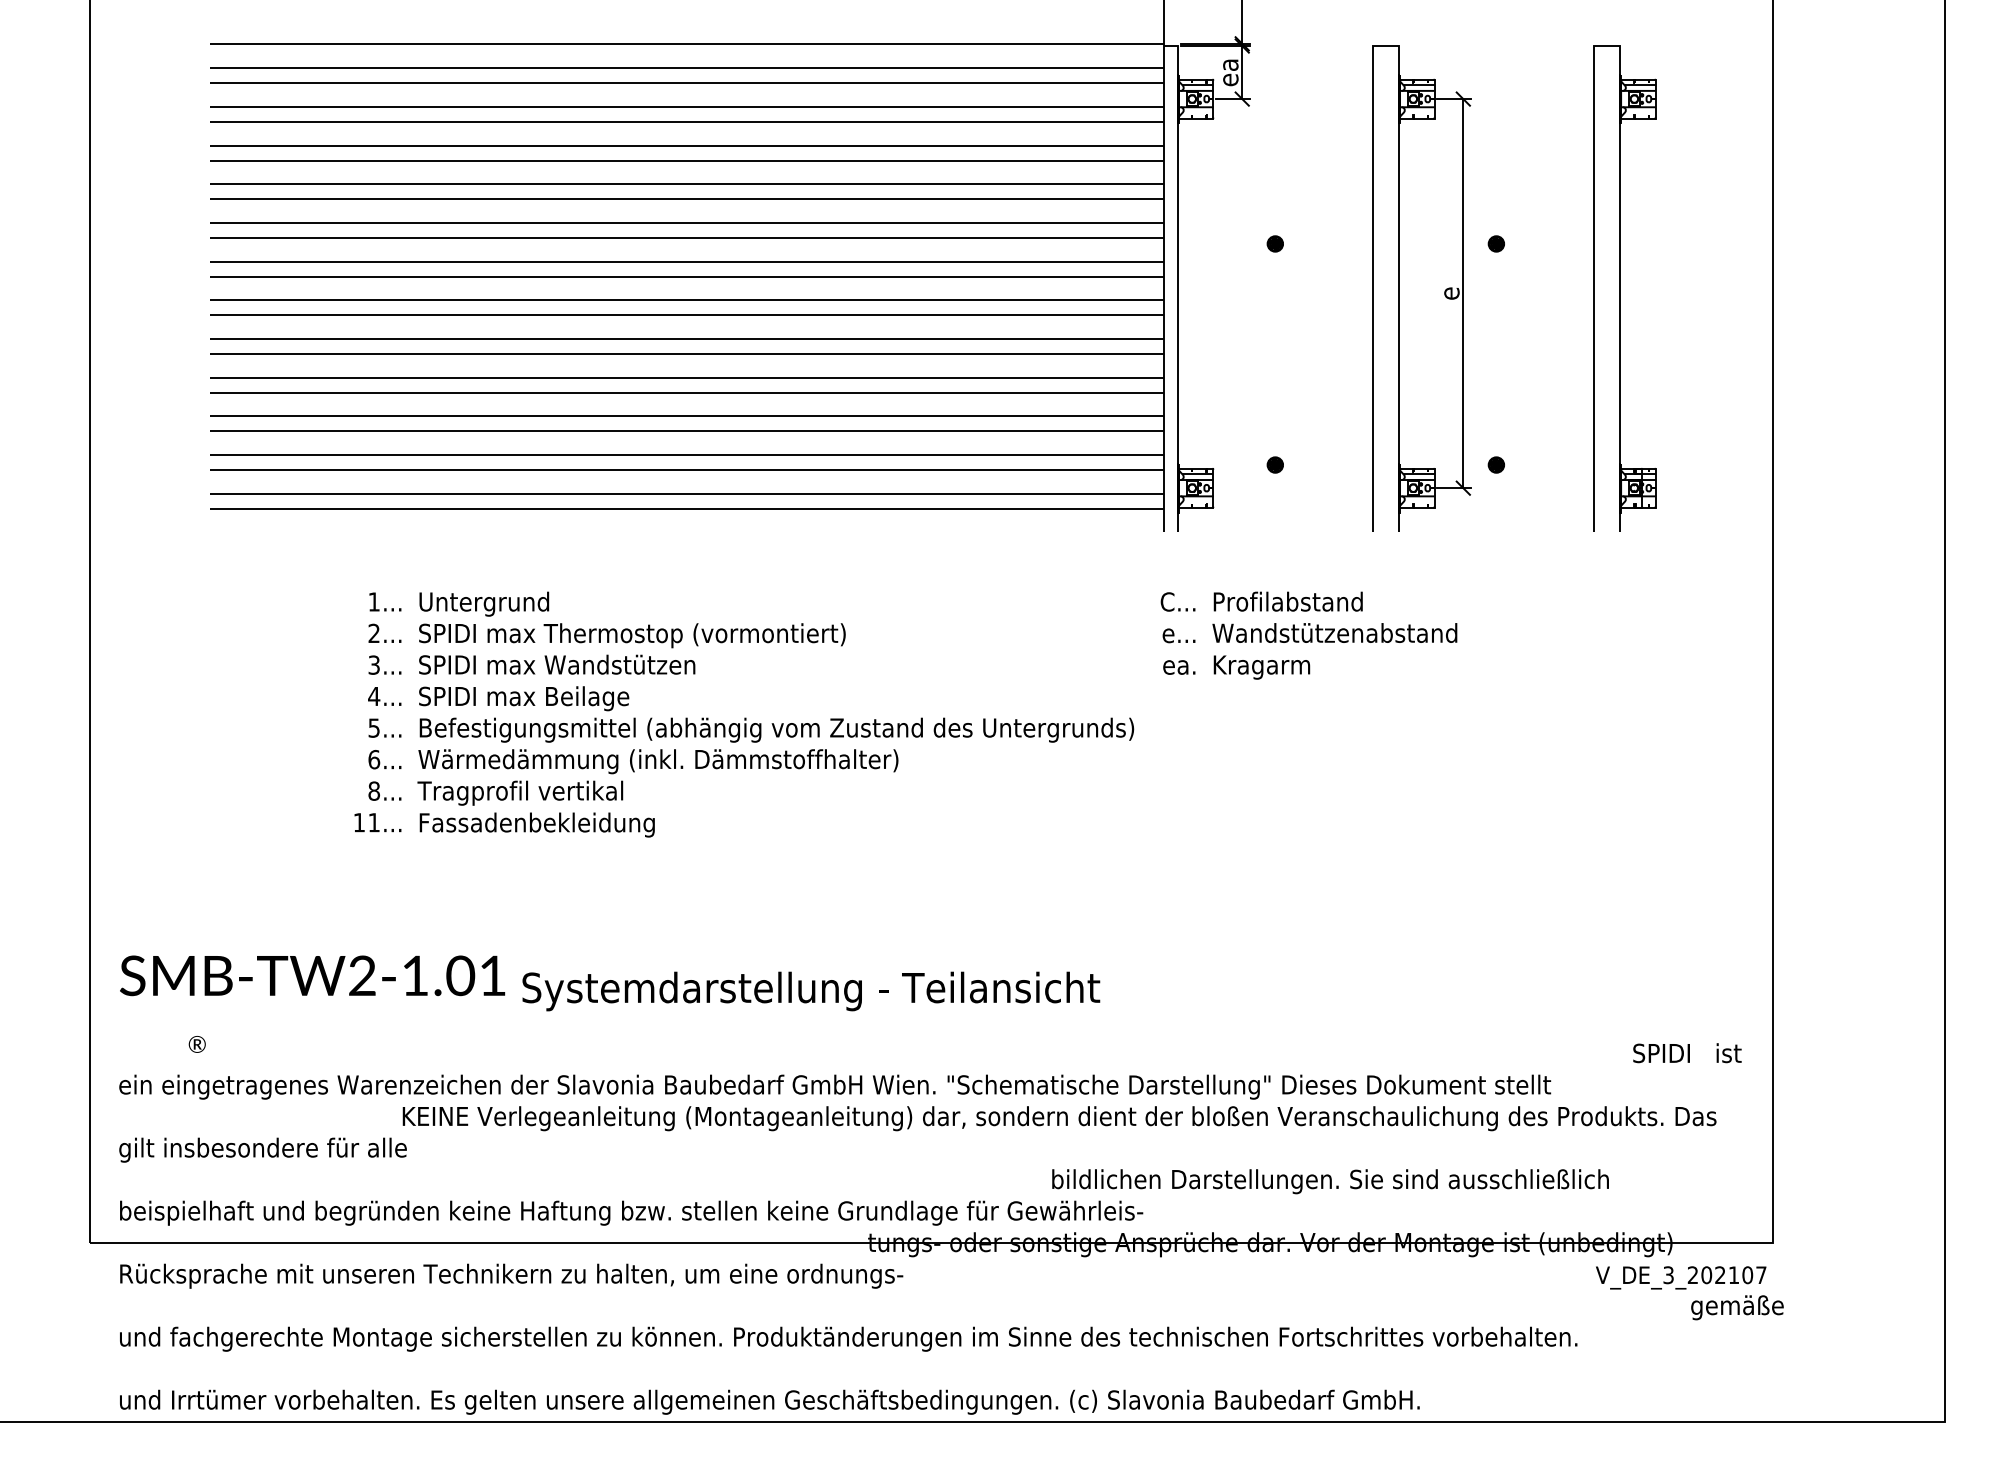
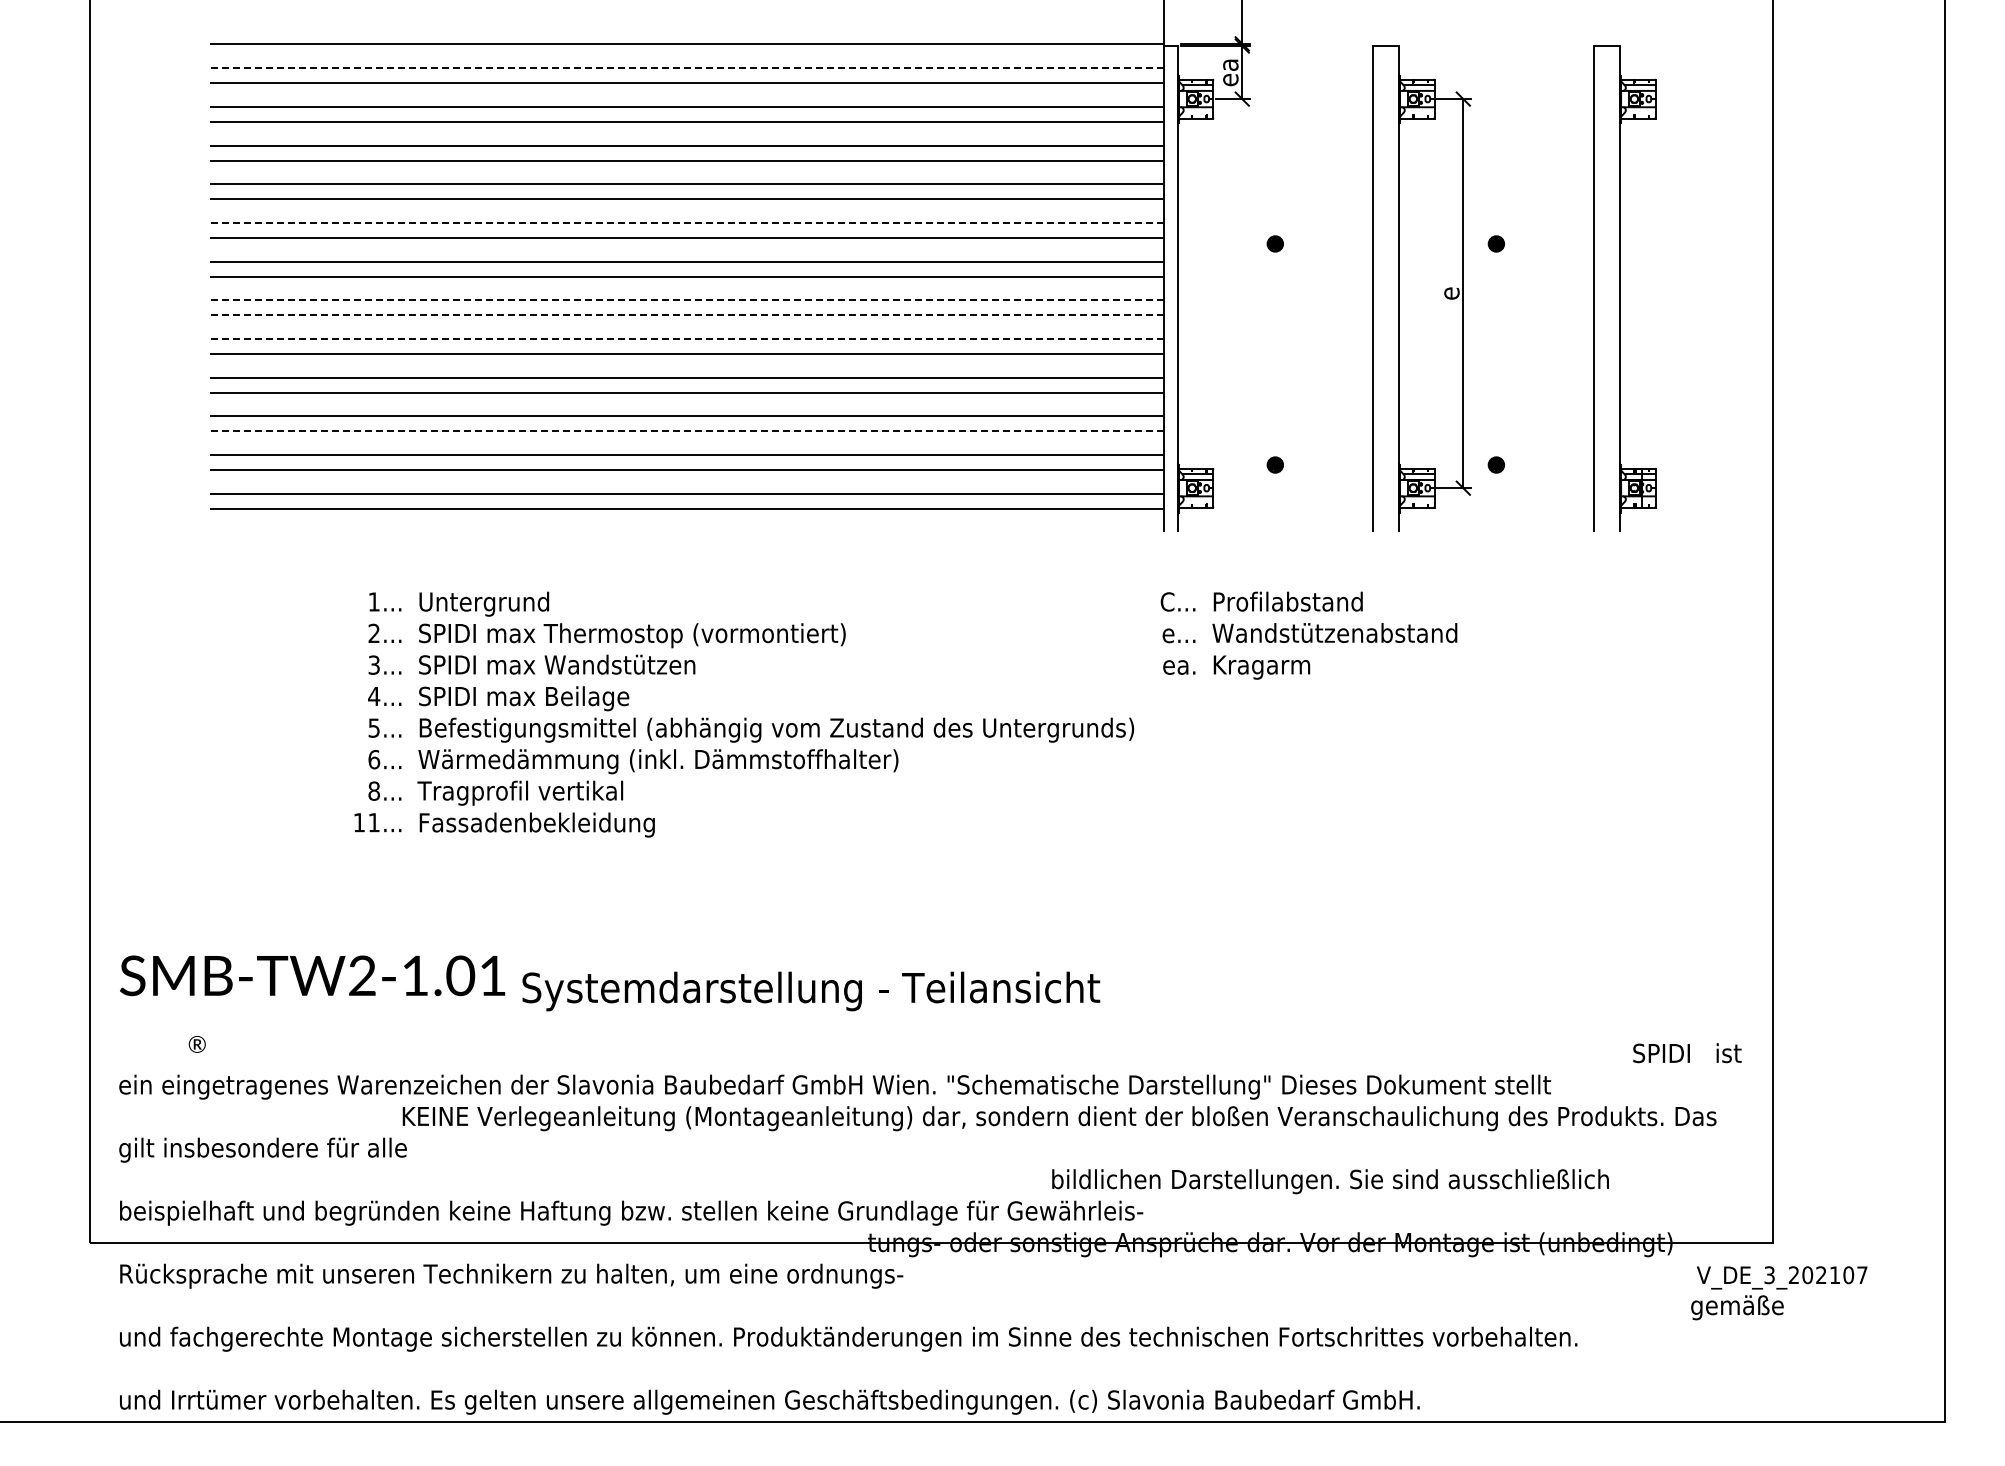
line at (686, 68): solid -> dashed
line at (686, 222): solid -> dashed
line at (686, 300): solid -> dashed
line at (686, 315): solid -> dashed
line at (686, 338): solid -> dashed
line at (686, 431): solid -> dashed
text at (1681, 1277) position: (1681, 1277) -> (1782, 1277)
